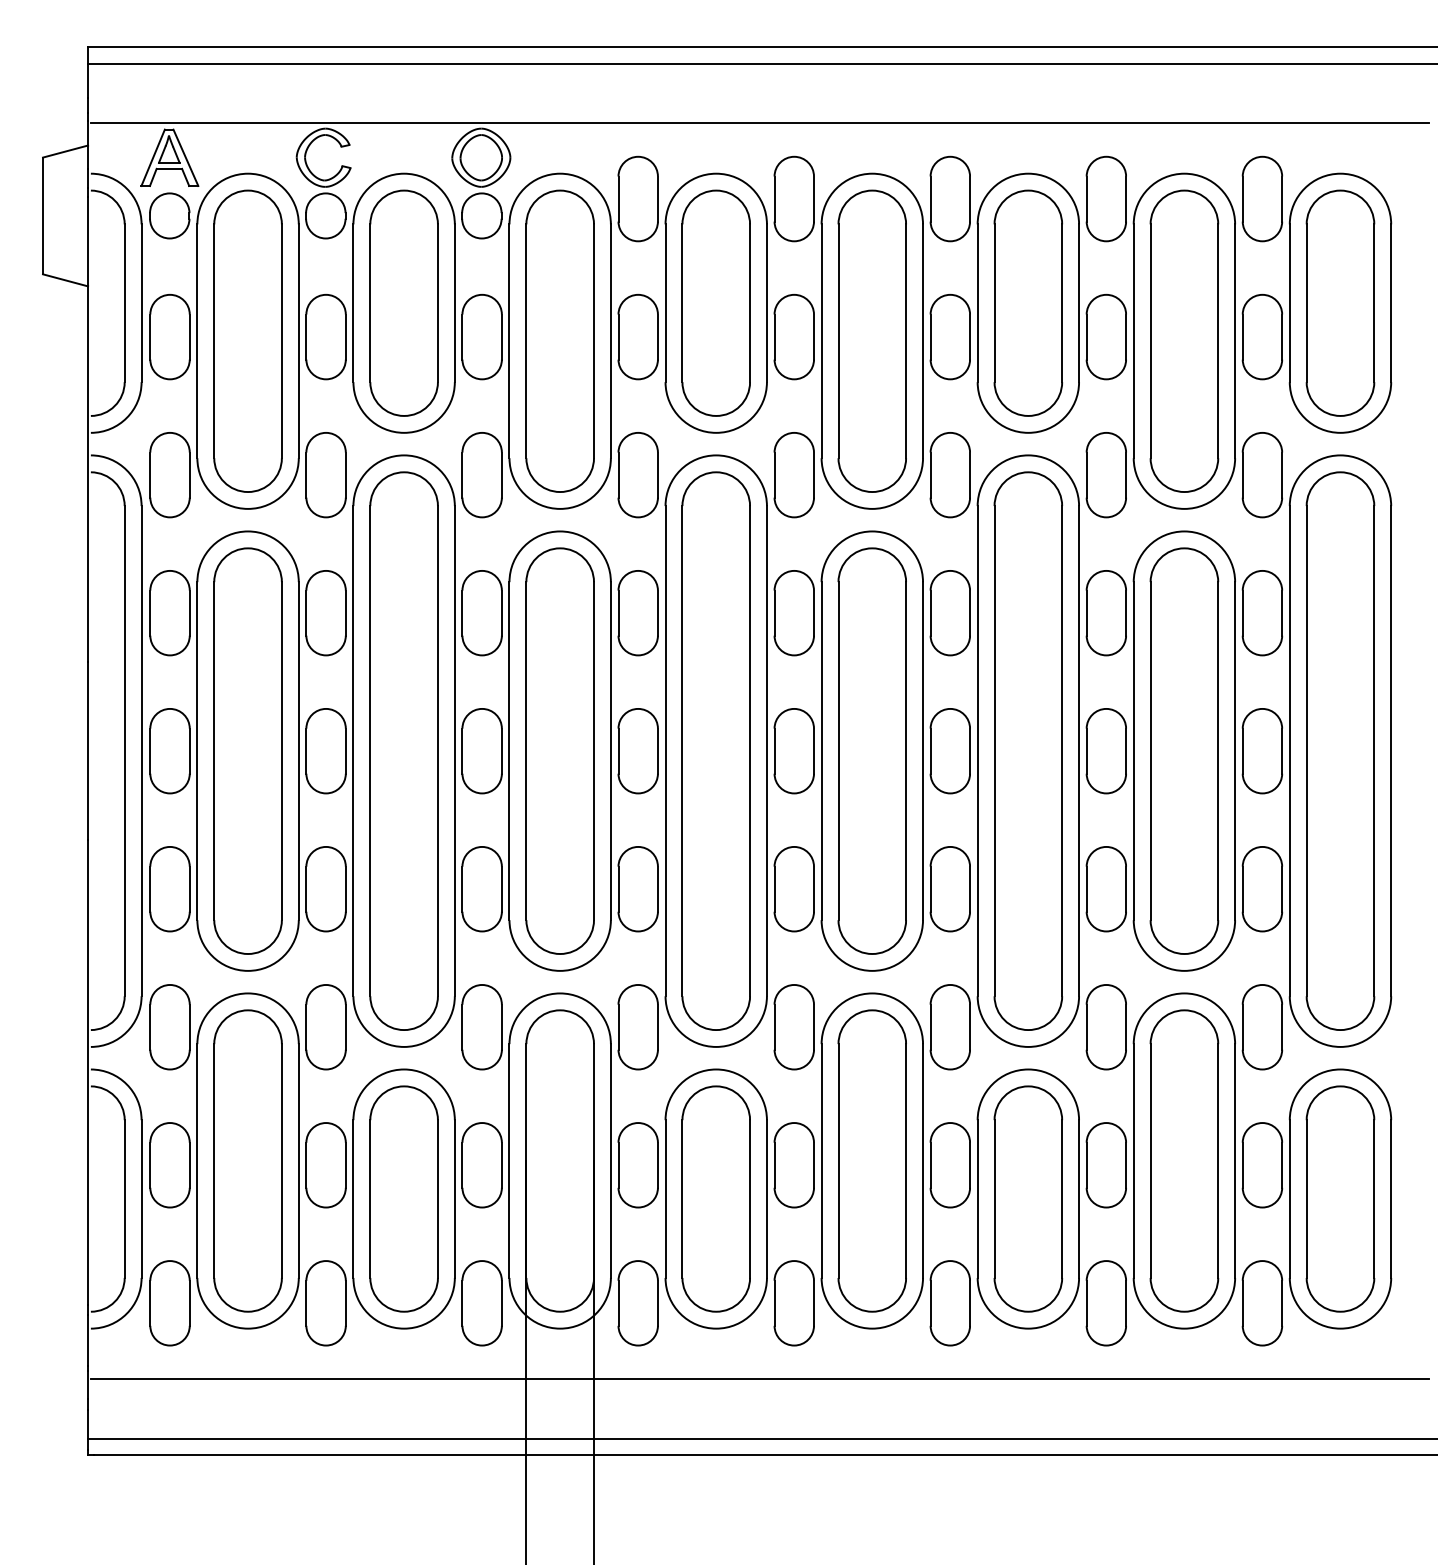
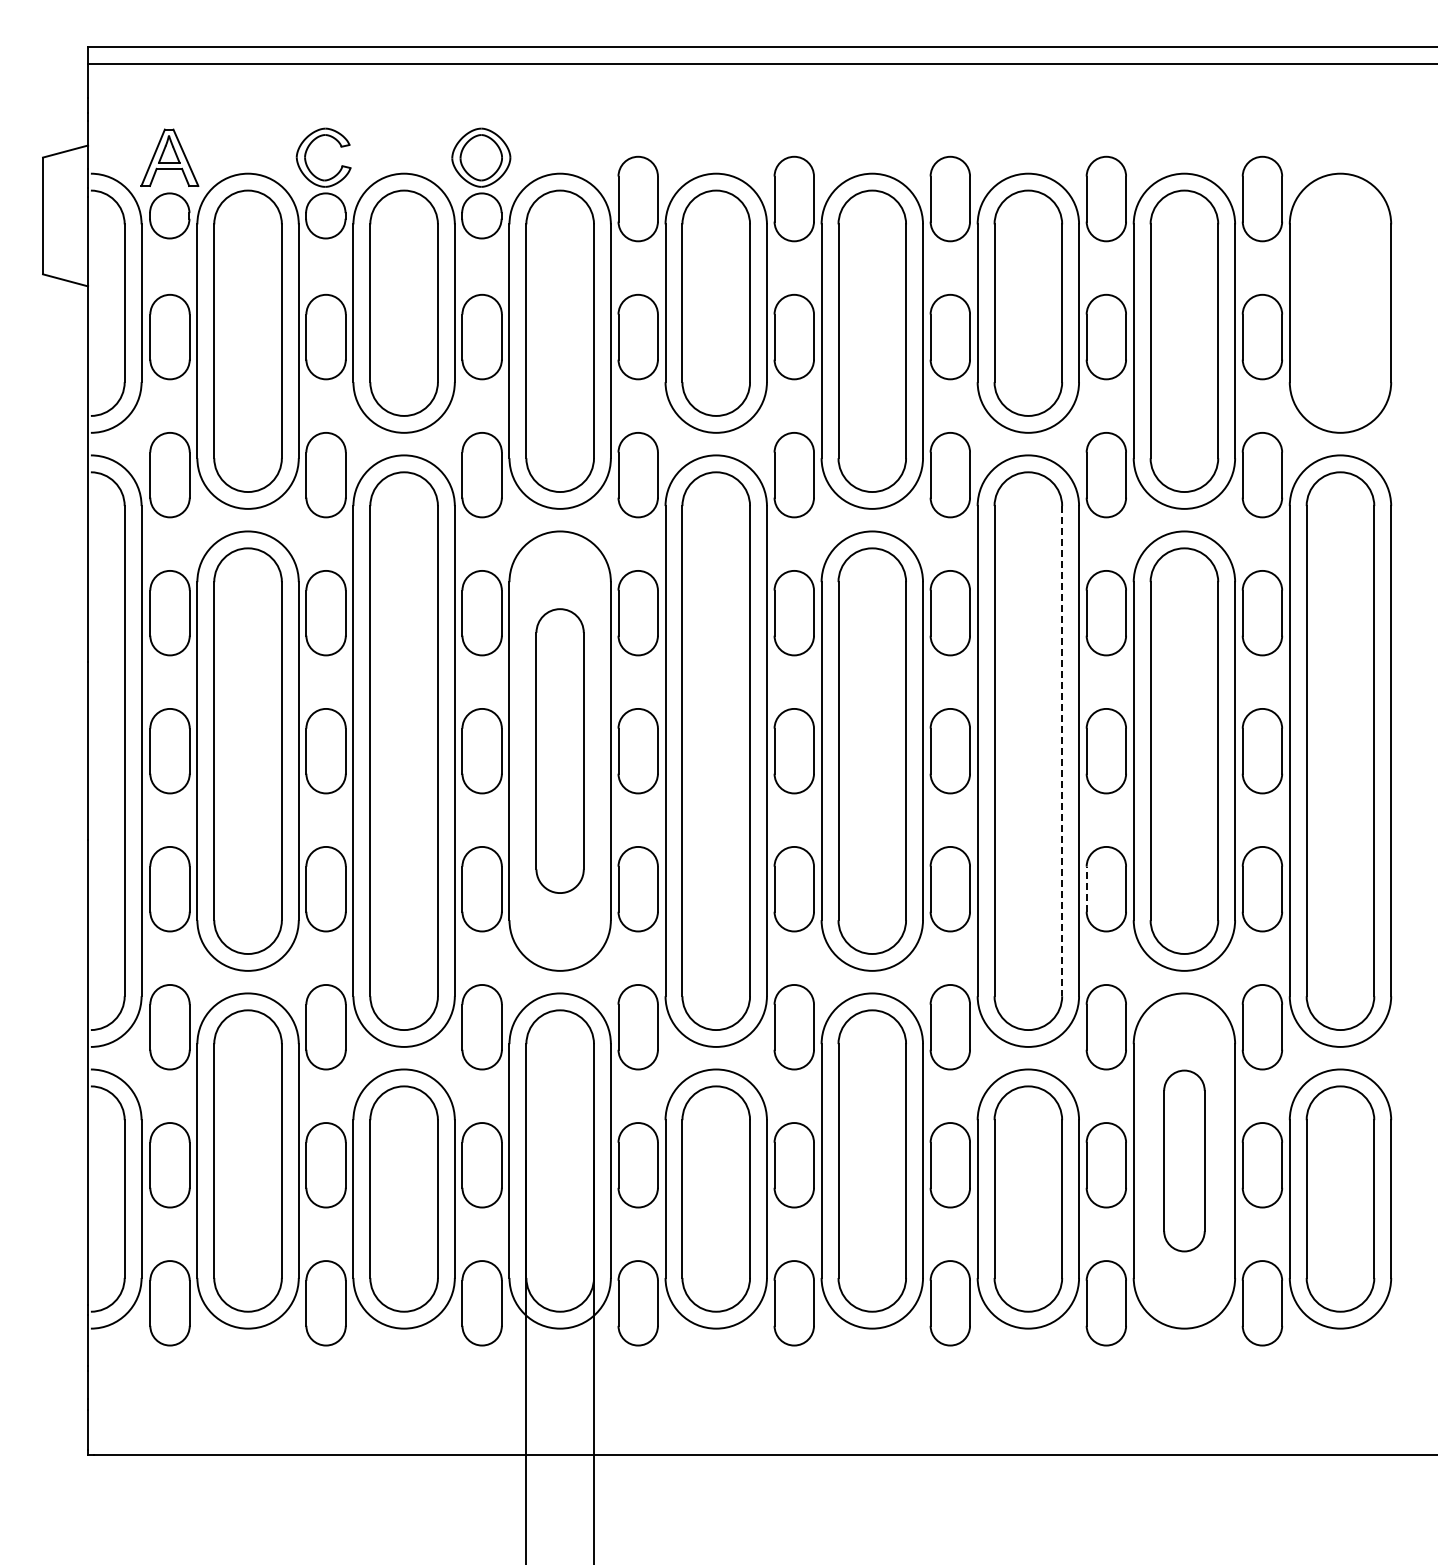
line at (759, 123): present -> none
part at (1340, 302): present -> none
part at (559, 750) size: 70x408 px -> 50x286 px
line at (1062, 751): solid -> dashed
line at (1086, 889): solid -> dashed
part at (1184, 1160) size: 71x304 px -> 43x184 px
line at (759, 1379): present -> none
line at (761, 1438): present -> none
